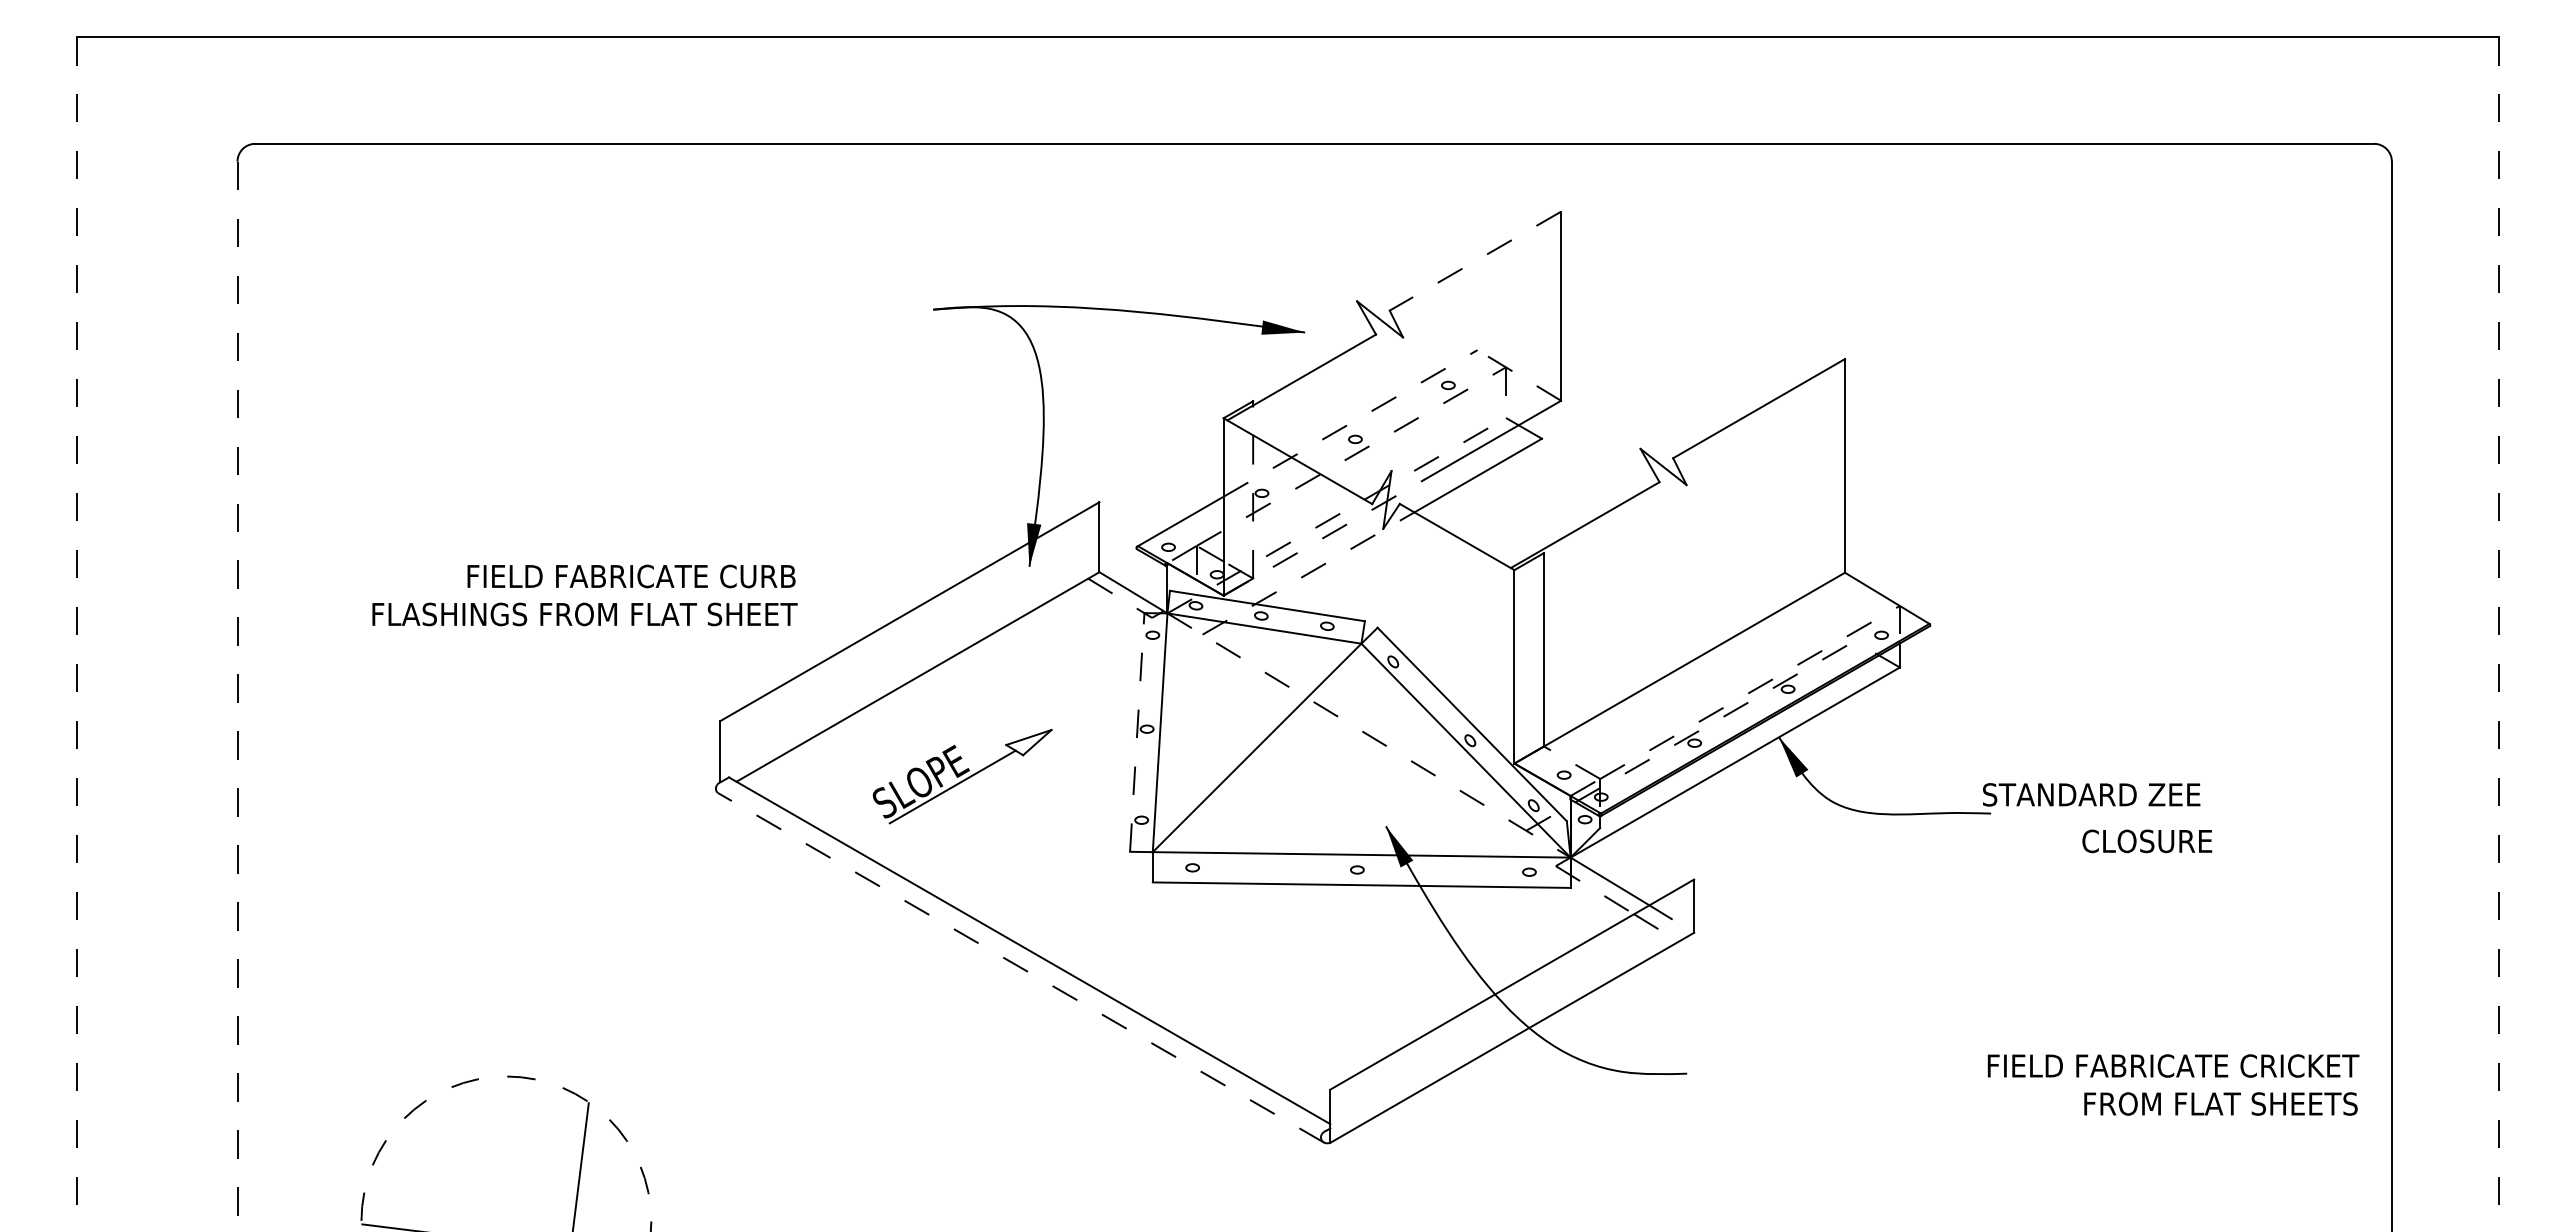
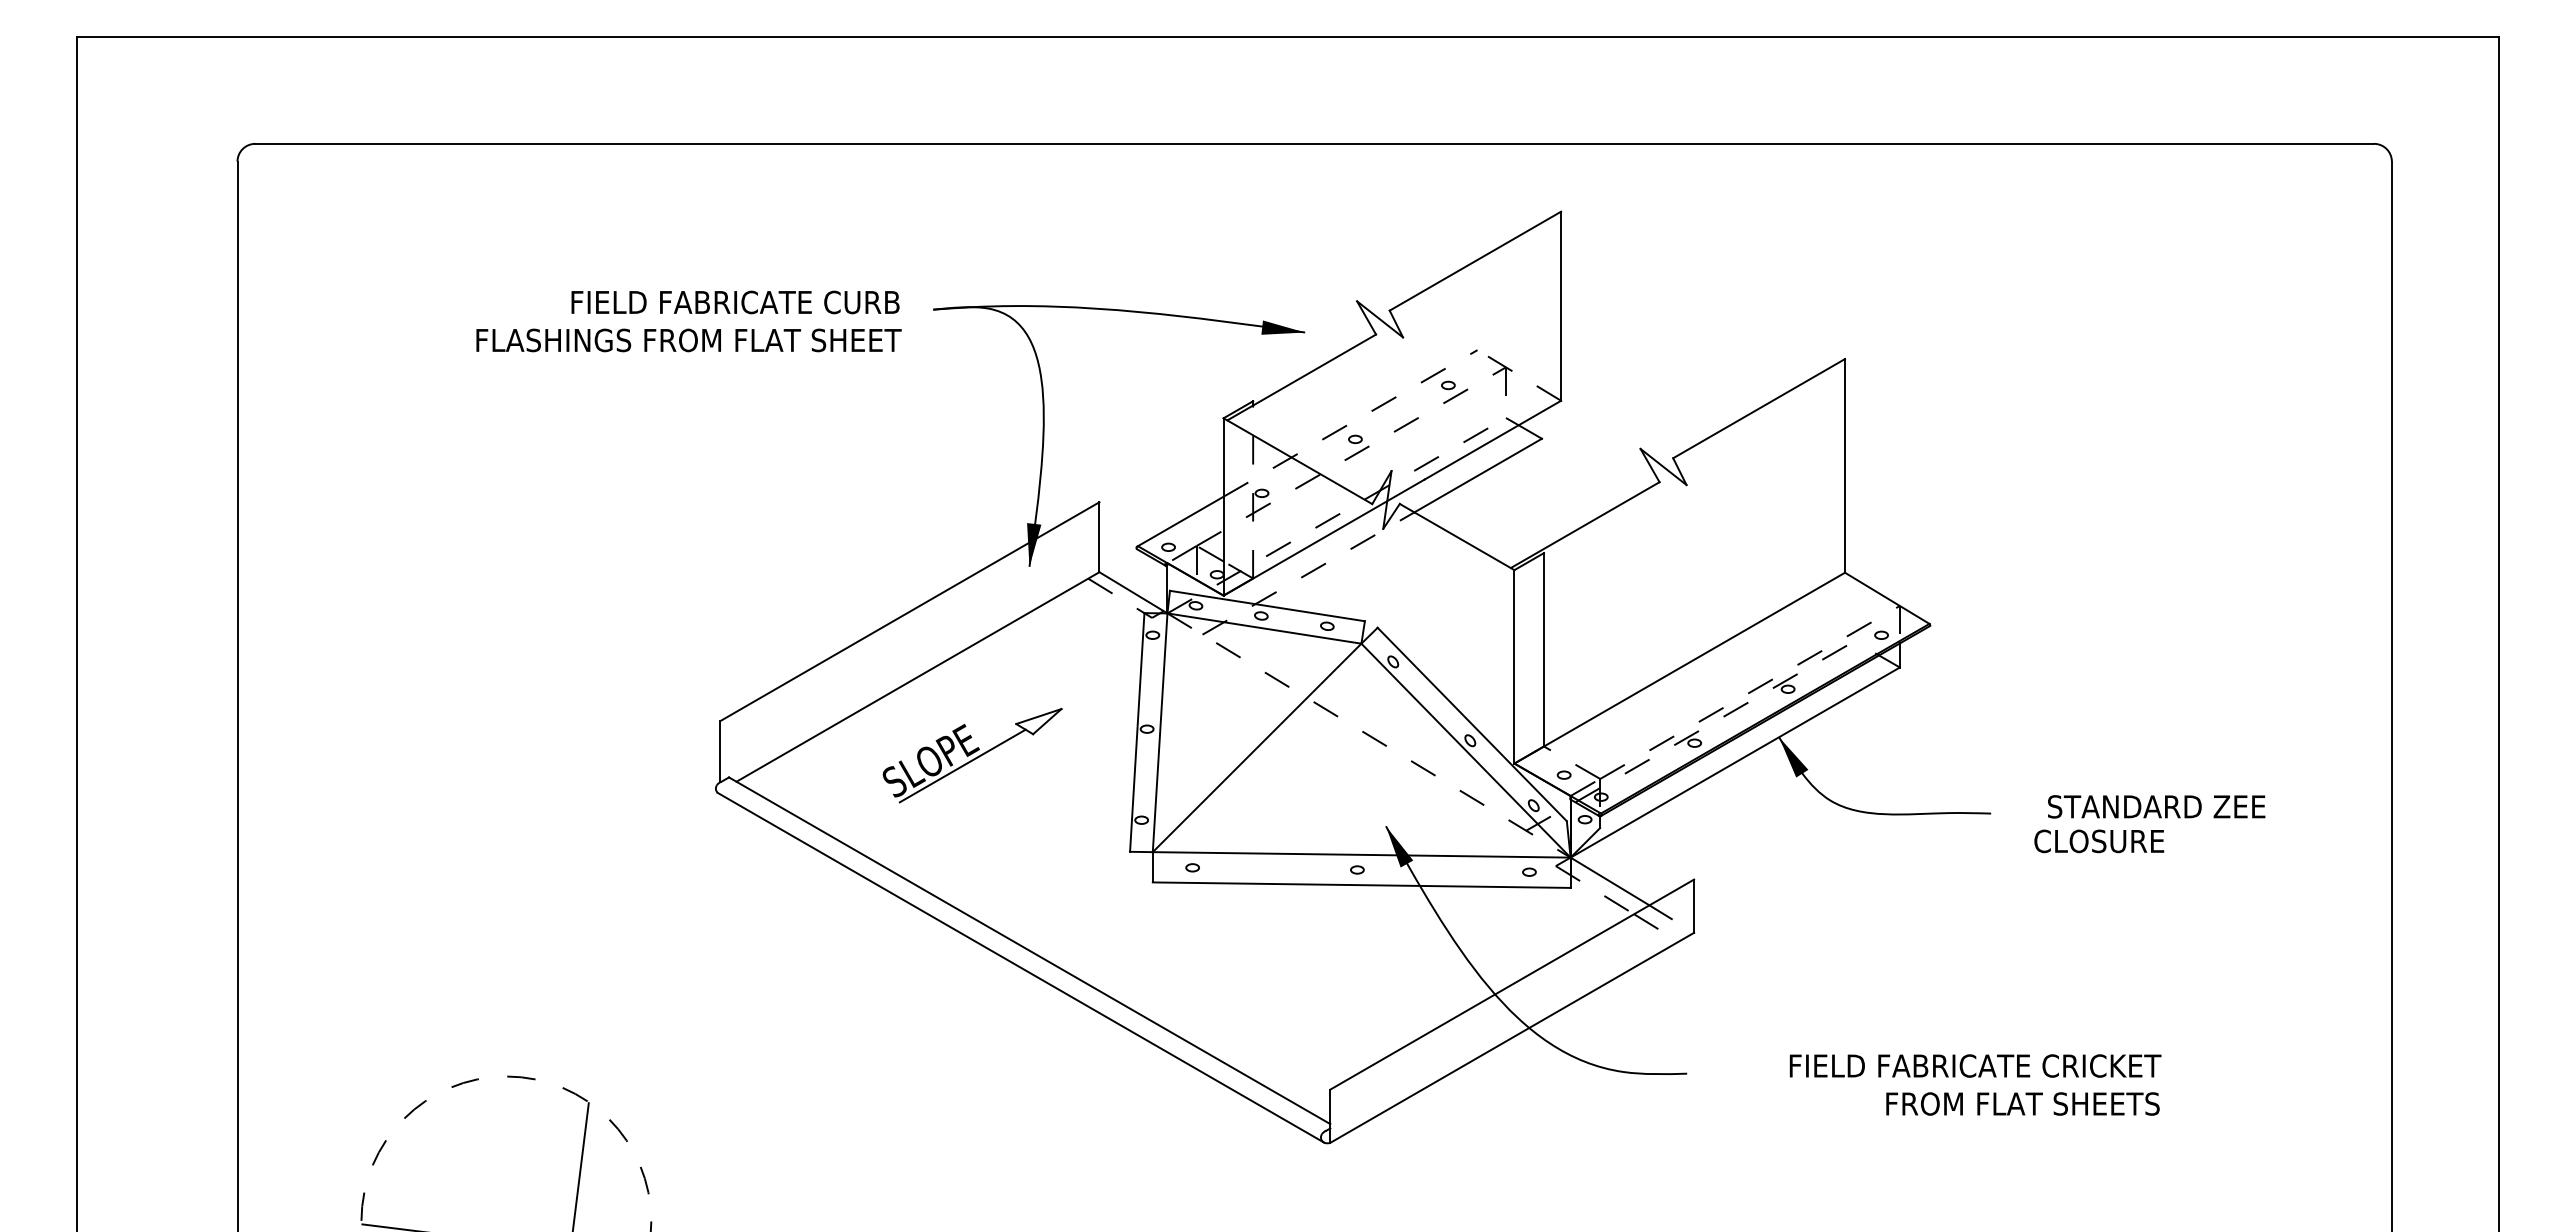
line at (1475, 261): dashed -> solid
line at (1324, 537): dashed -> solid
text at (584, 595) position: (584, 595) -> (688, 321)
line at (77, 634): dashed -> solid
line at (2498, 634): dashed -> solid
line at (237, 696): dashed -> solid
line at (1137, 732): dashed -> solid
part at (962, 776) position: (962, 776) -> (972, 755)
text at (2091, 794) position: (2091, 794) -> (2156, 806)
text at (2147, 841) position: (2147, 841) -> (2099, 841)
line at (1020, 967): dashed -> solid
text at (2173, 1084) position: (2173, 1084) -> (1975, 1084)
